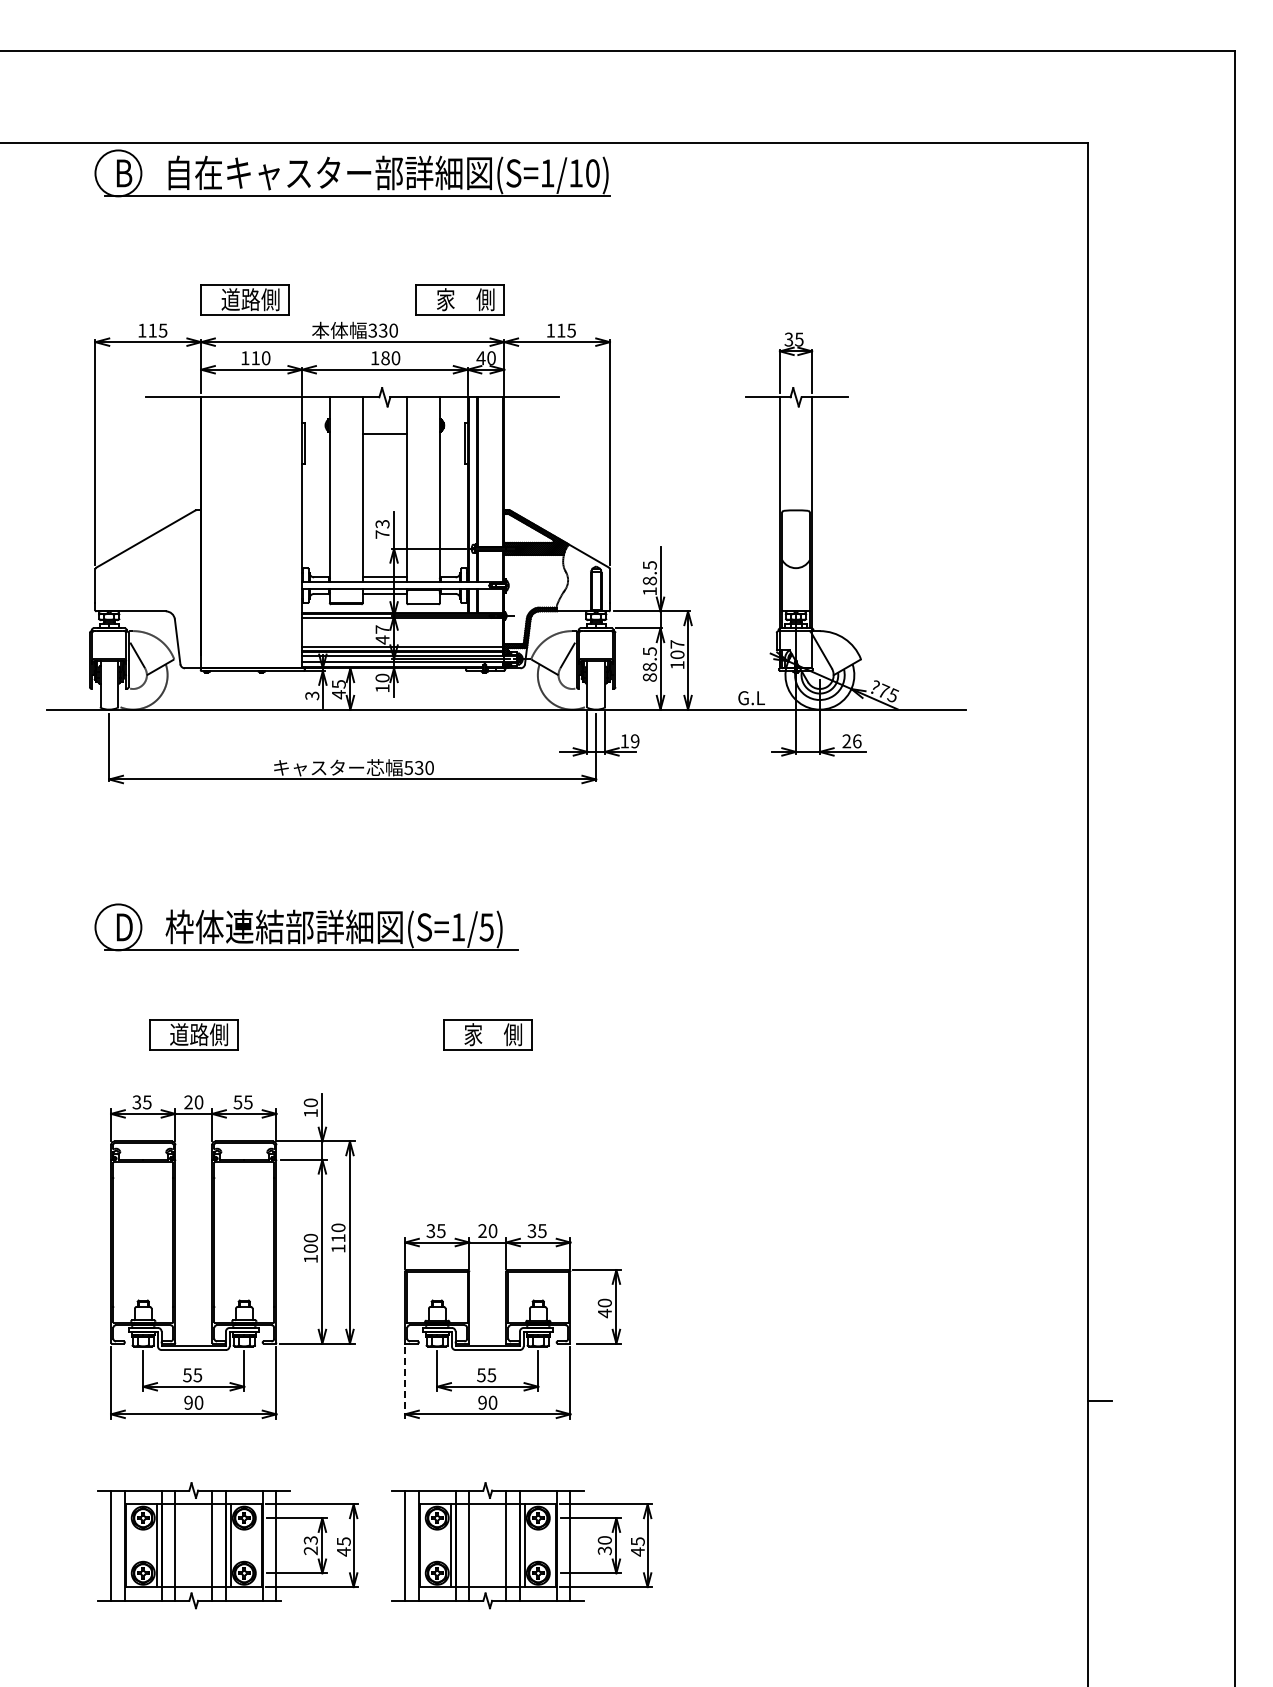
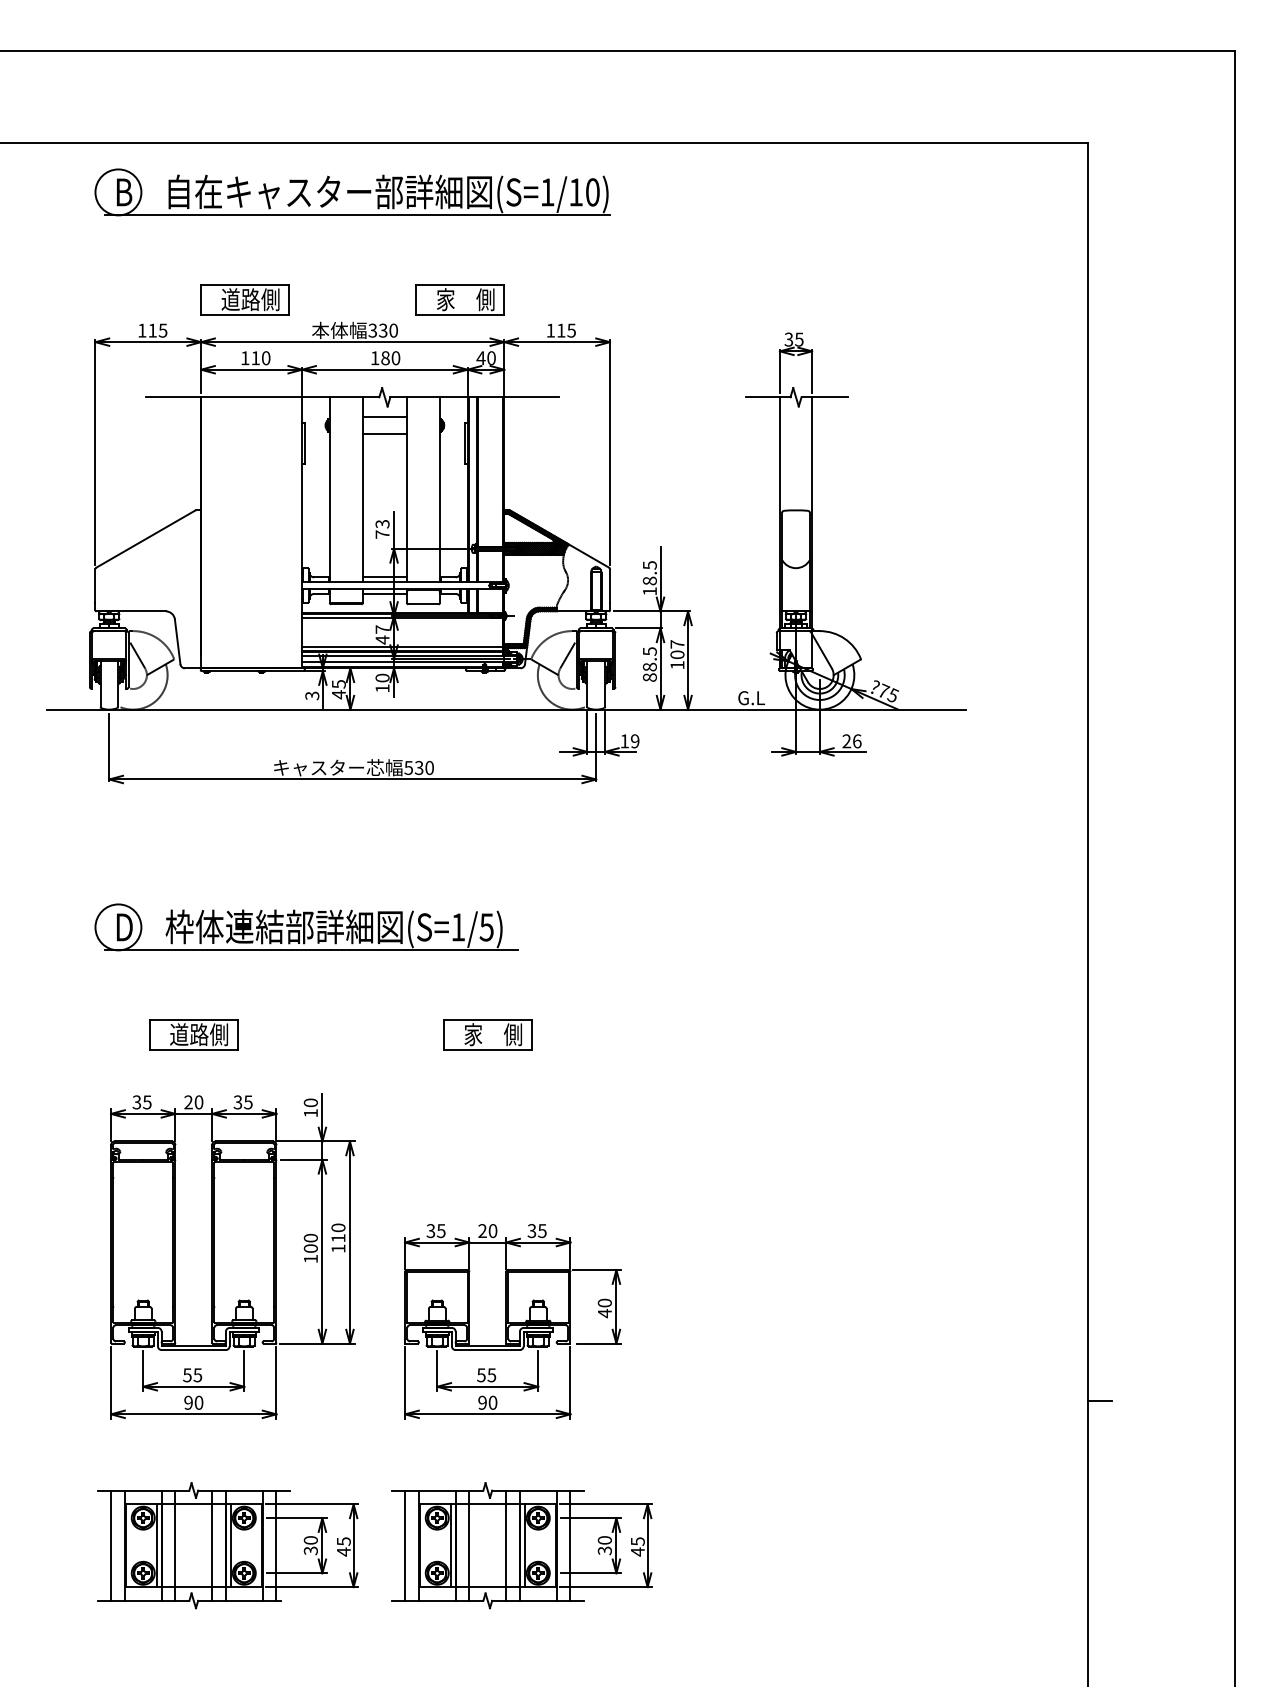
part at (352, 173) position: (352, 173) -> (352, 192)
line at (384, 417): none -> present
text at (238, 1101): 55 -> 35
line at (405, 1383): dashed -> solid
text at (310, 1545): 23 -> 30
